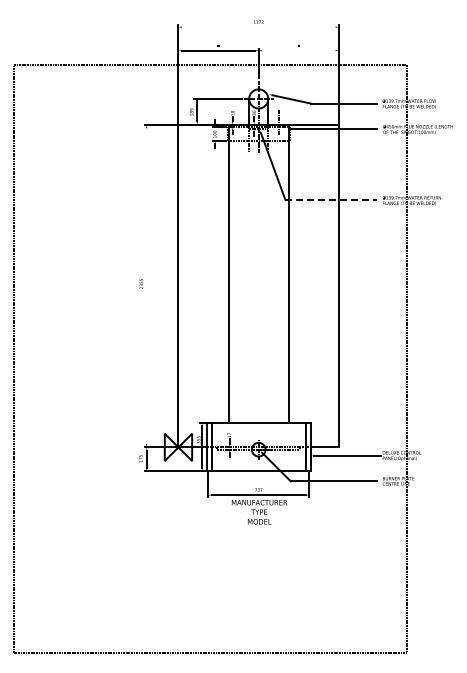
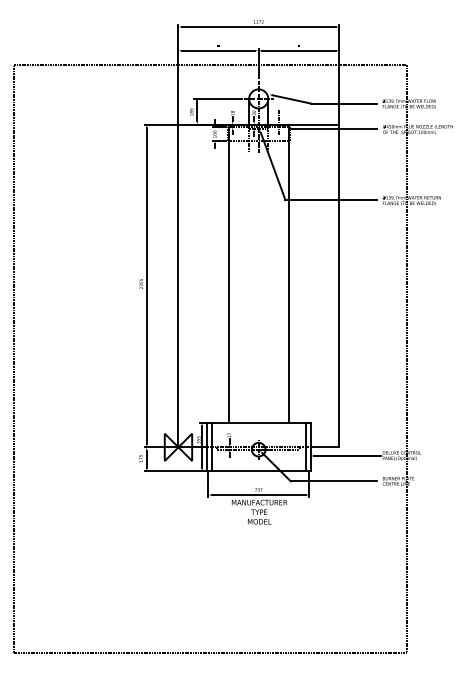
line at (258, 27): none -> present
line at (298, 50): none -> present
line at (331, 200): dashed -> solid
line at (146, 285): none -> present
